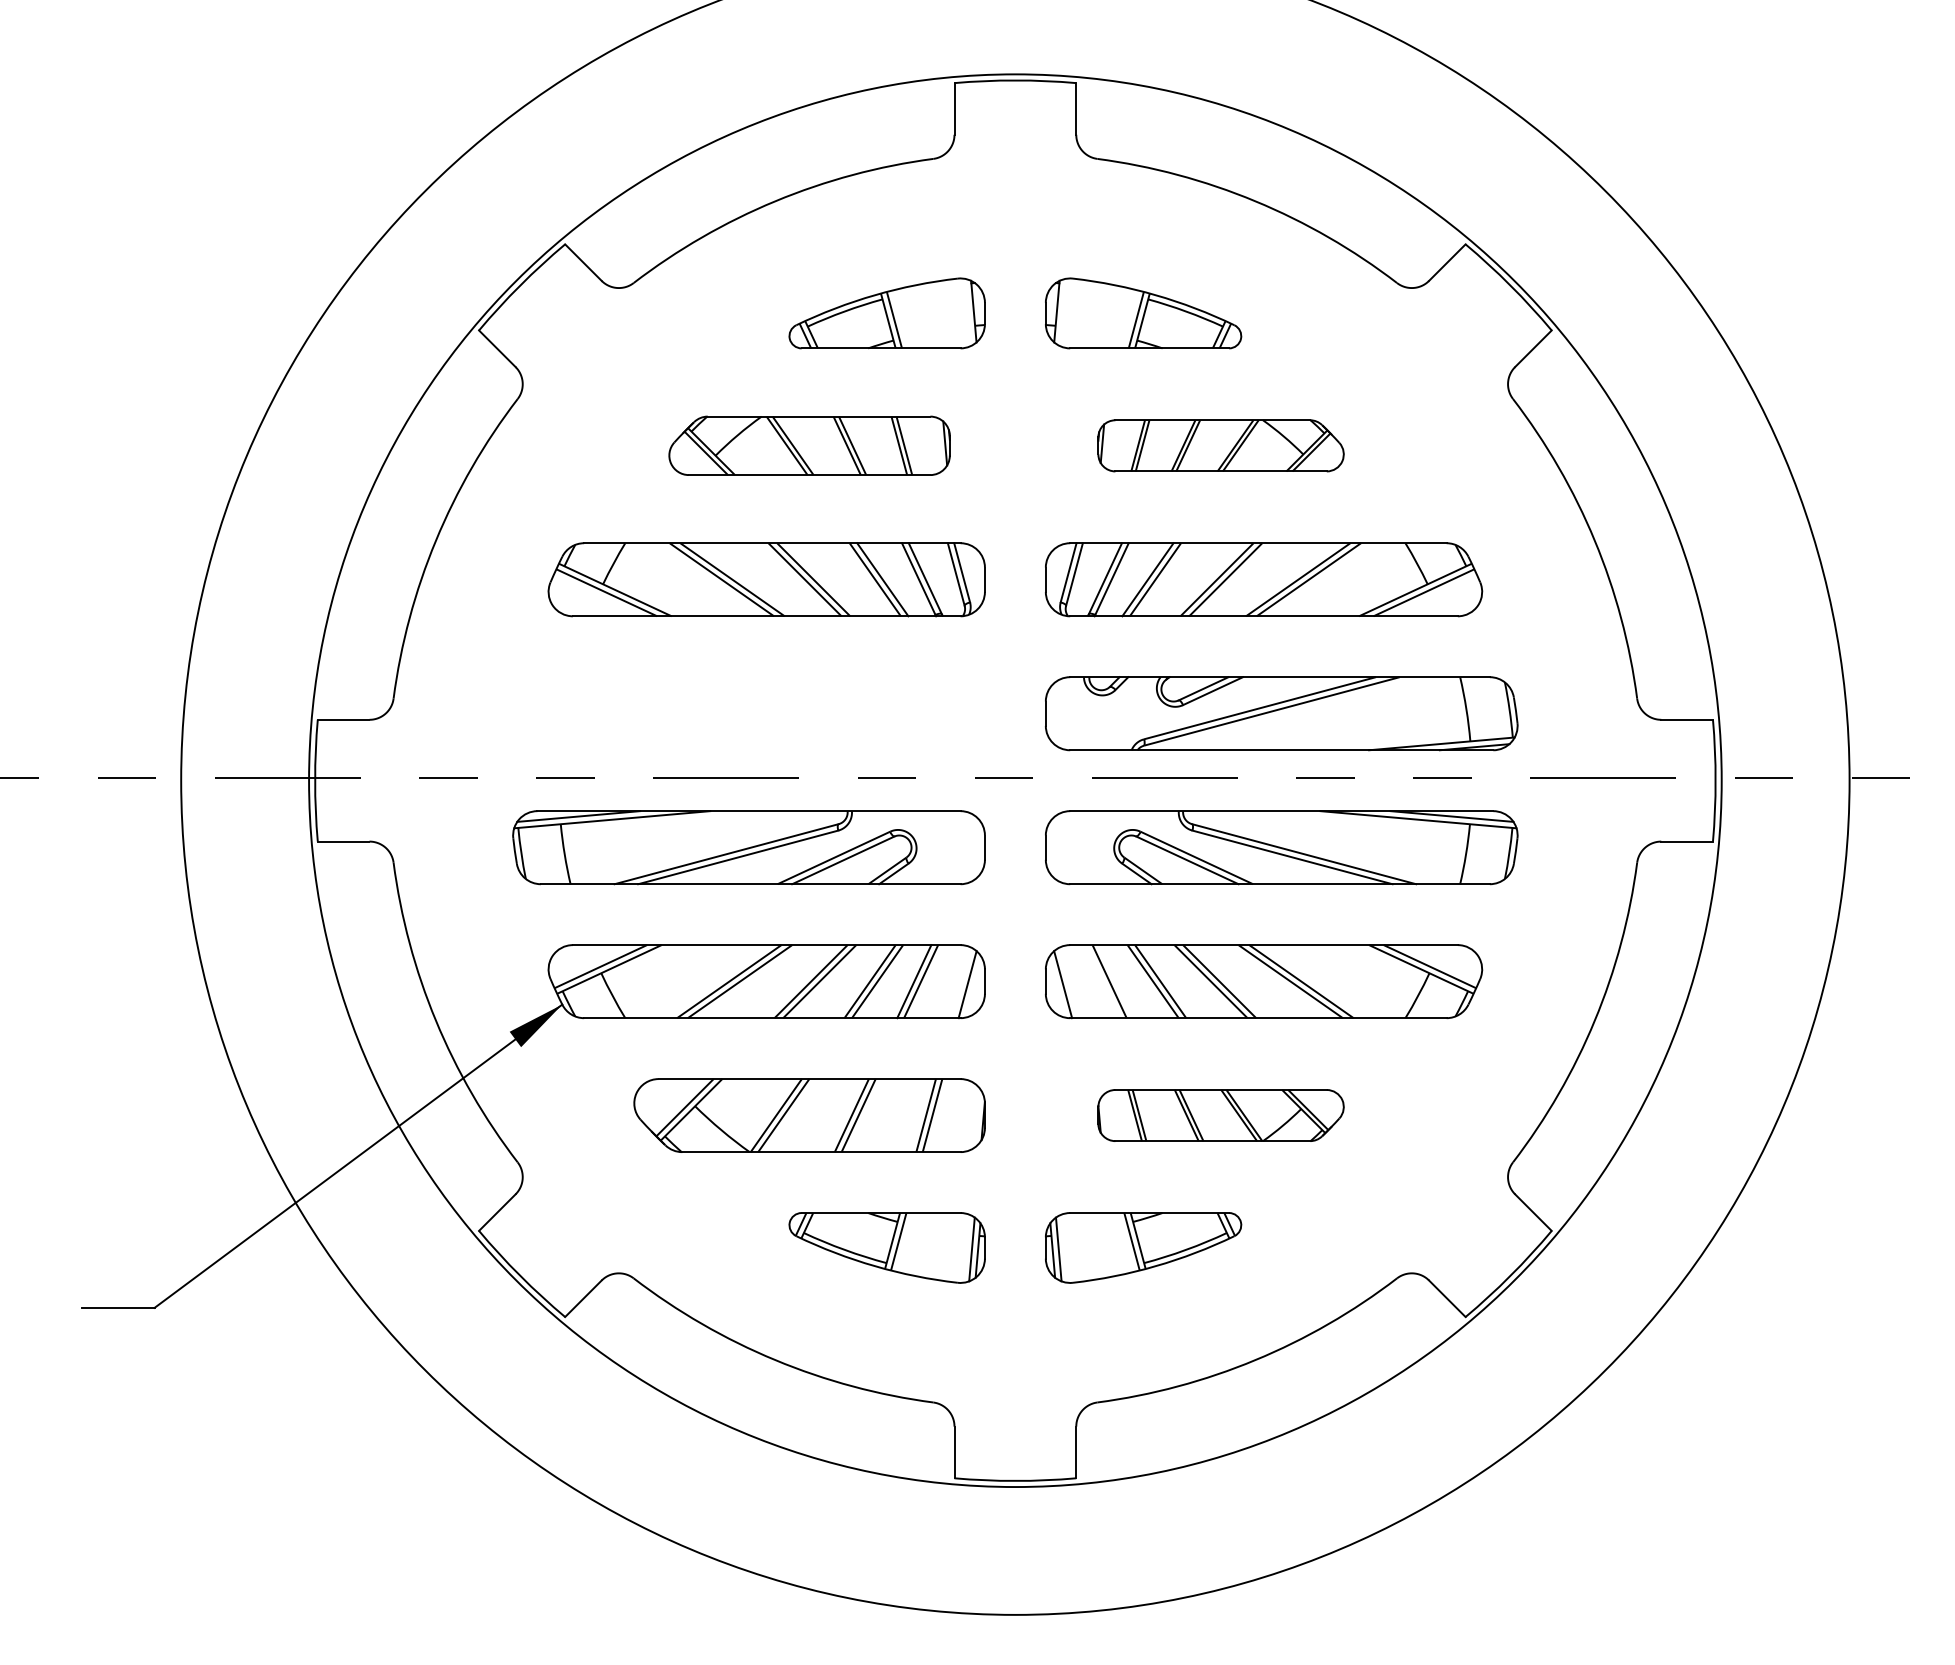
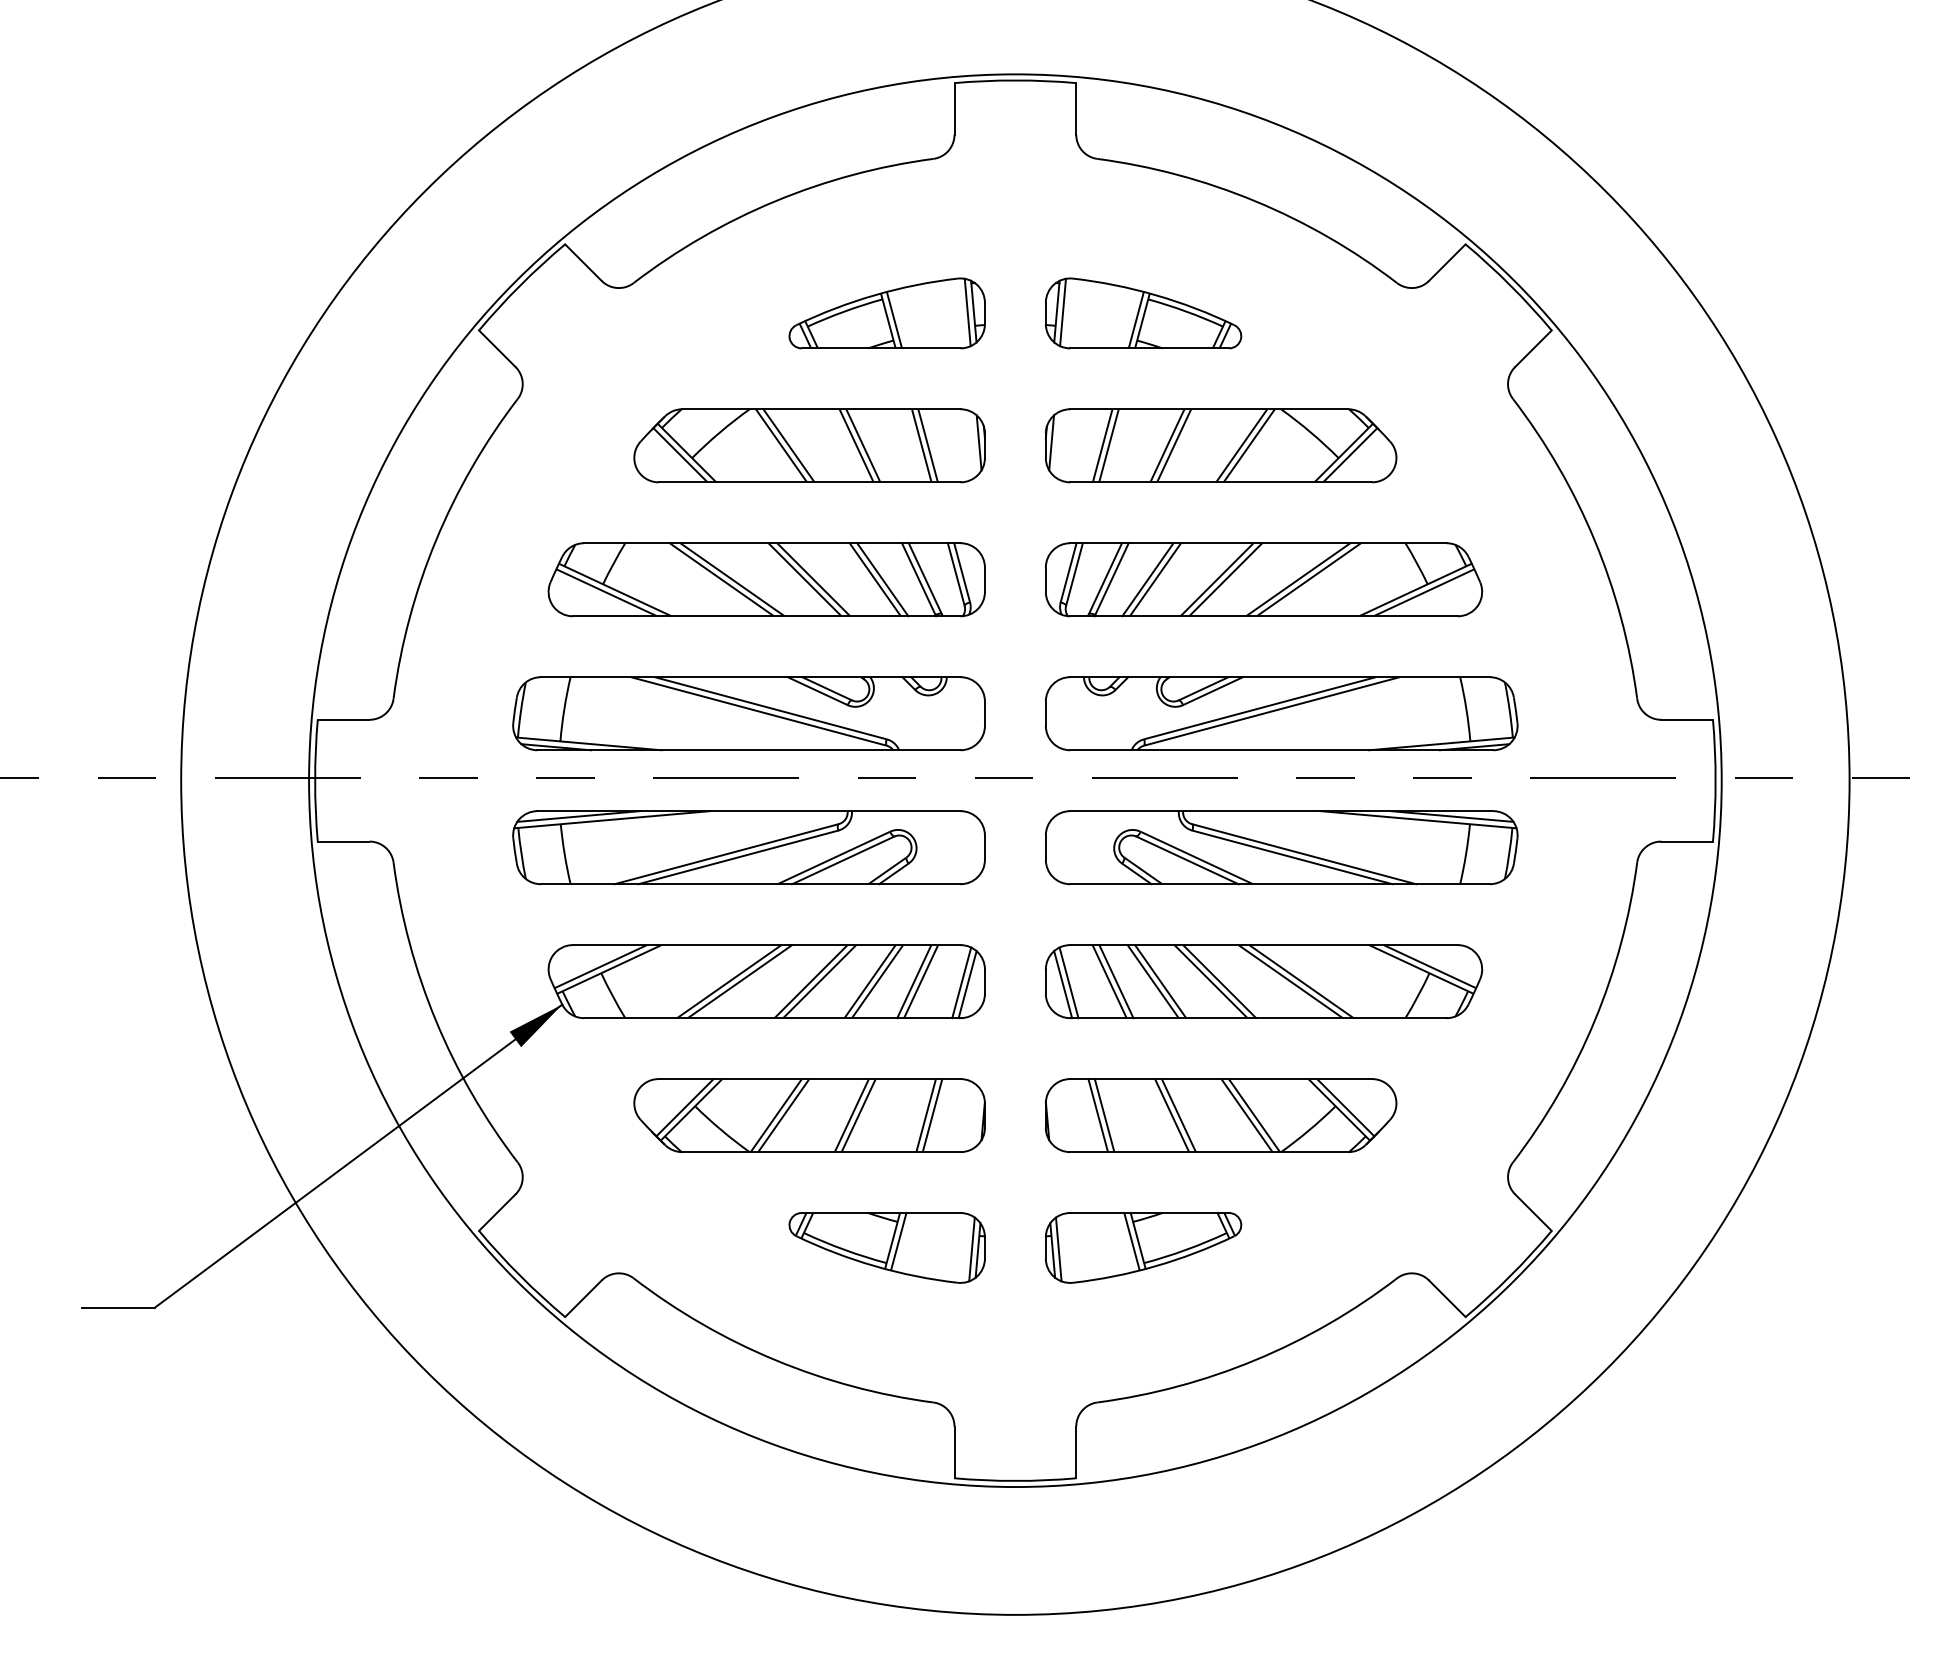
line at (967, 312): none -> present
line at (1062, 312): none -> present
part at (809, 445) size: 283x61 px -> 353x76 px
part at (1220, 445) size: 248x54 px -> 354x76 px
part at (748, 713): none -> present
line at (1116, 981): none -> present
line at (961, 982): none -> present
line at (1068, 982): none -> present
part at (1220, 1115) size: 248x53 px -> 354x75 px
